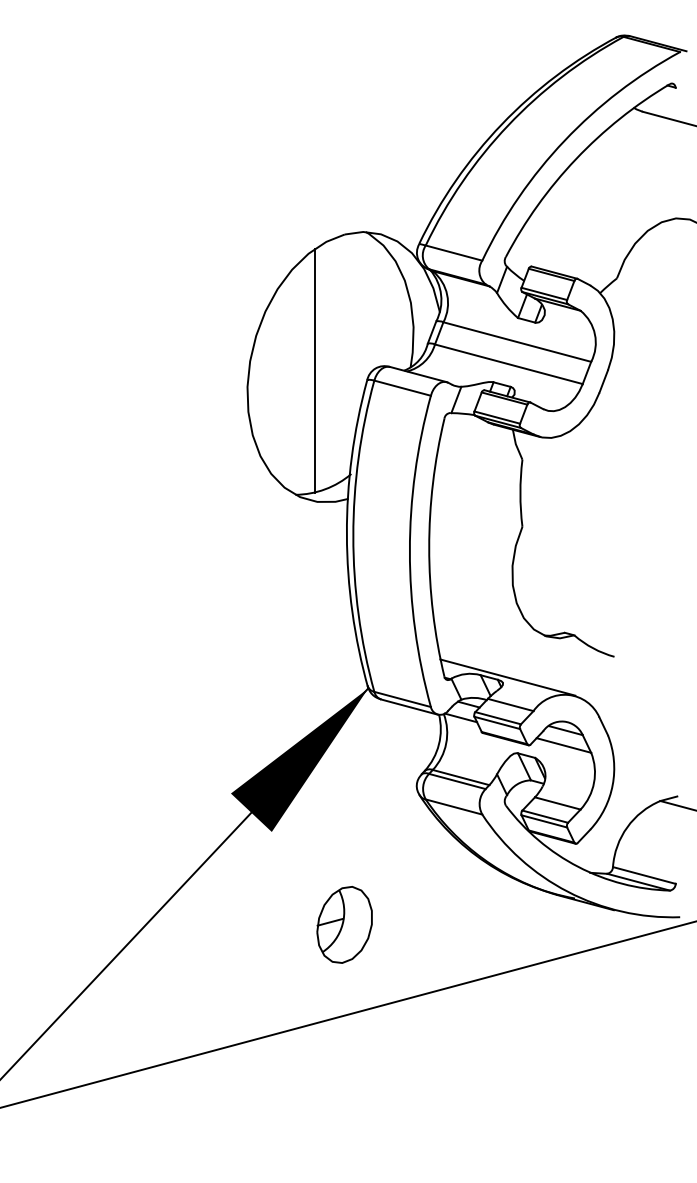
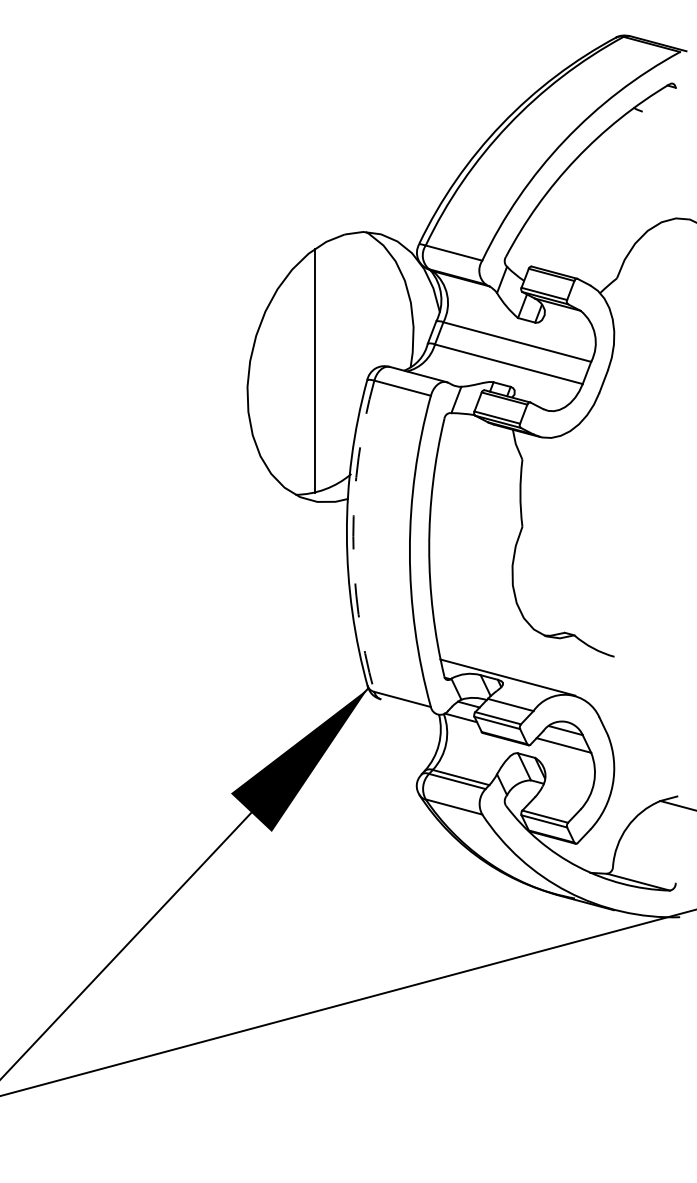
line at (667, 118): present -> none
arc at (353, 536): solid -> dashed
line at (409, 706): present -> none
line at (557, 803): present -> none
line at (643, 875): present -> none
part at (344, 924): present -> none
line at (347, 1014) position: (347, 1014) -> (347, 1002)
